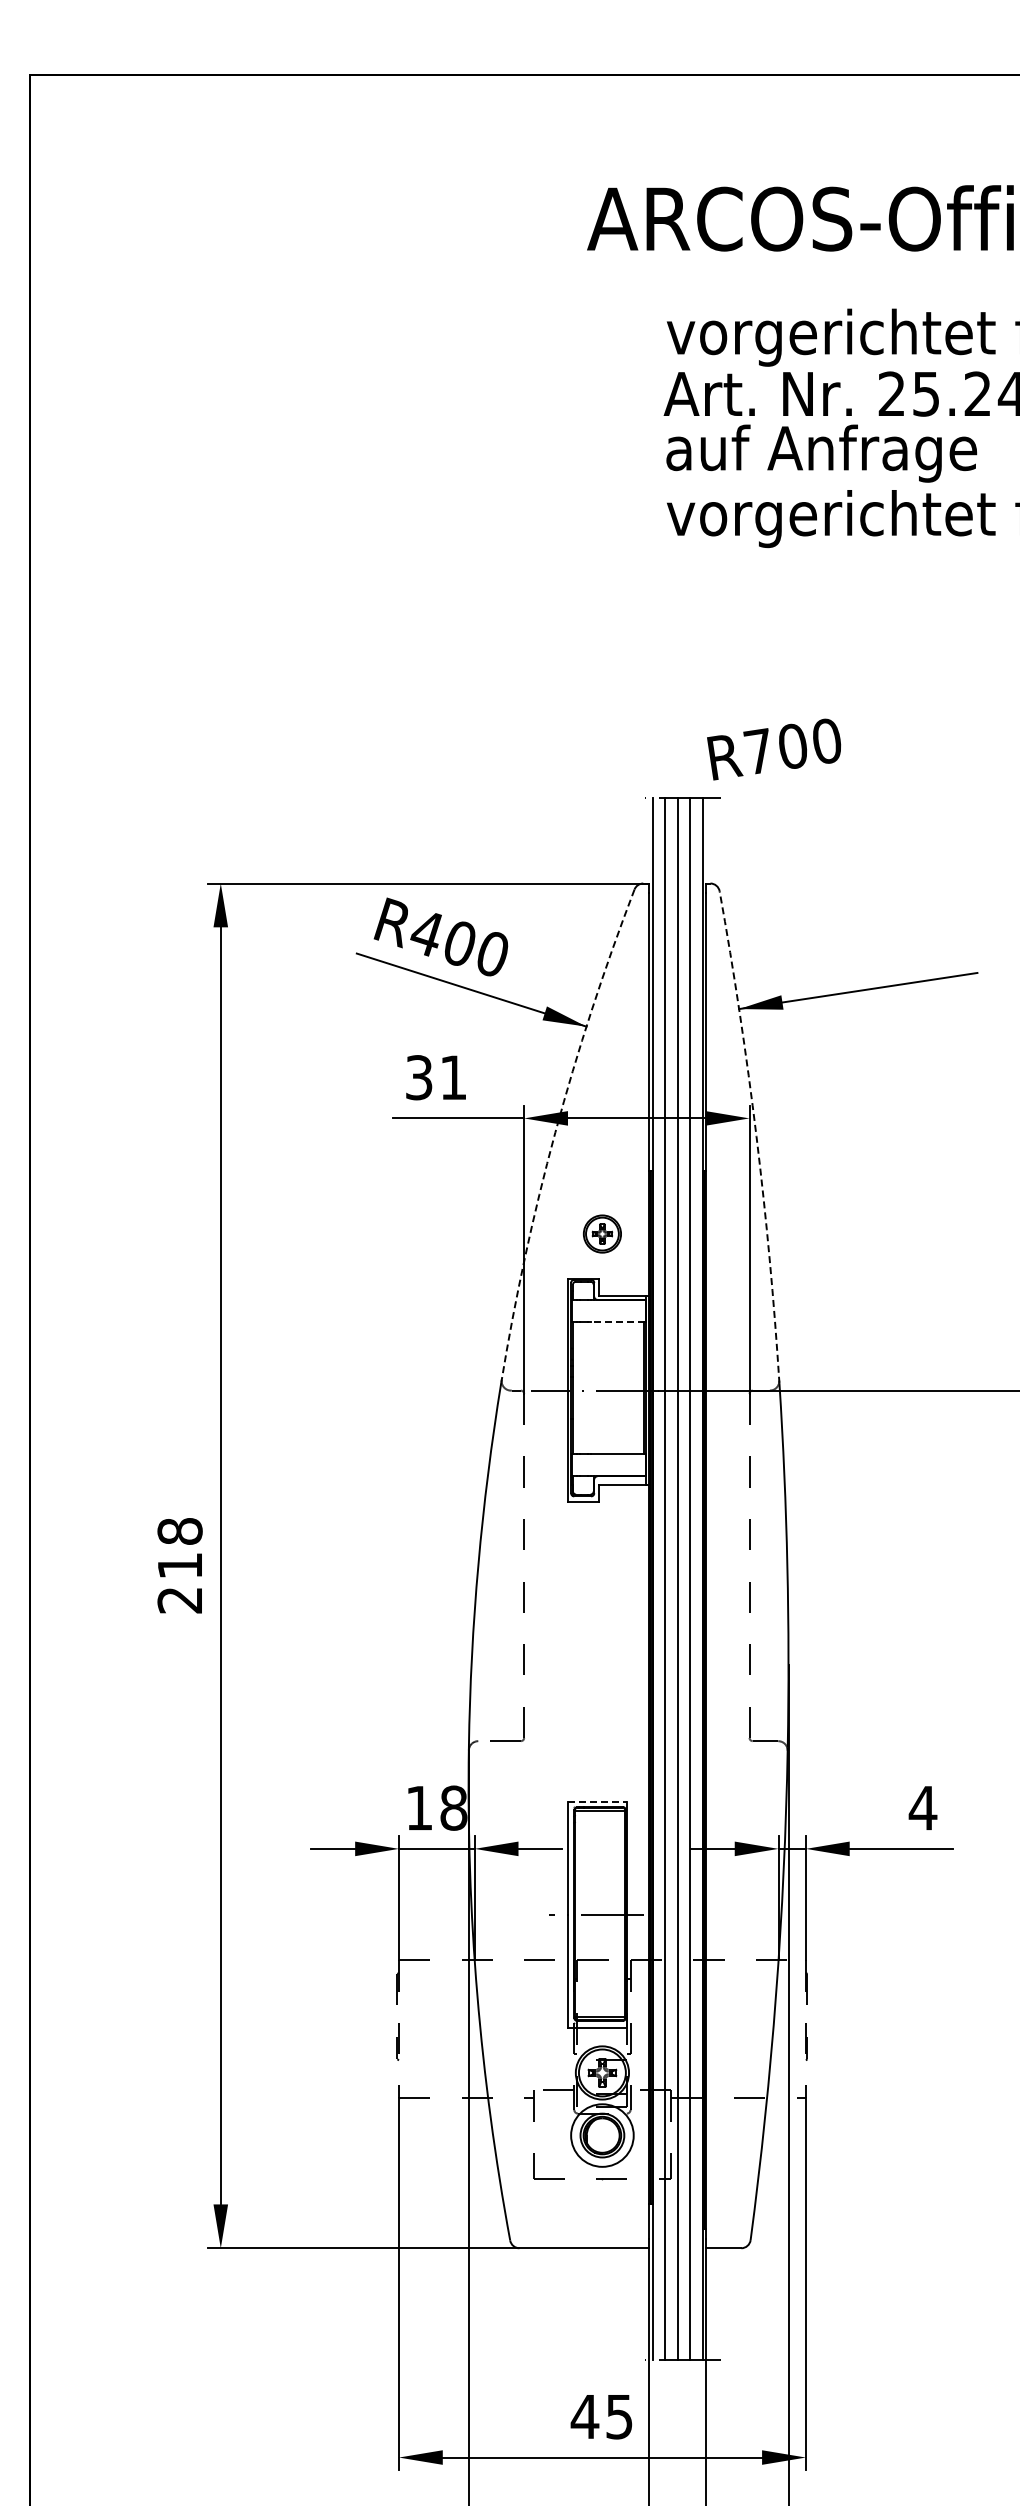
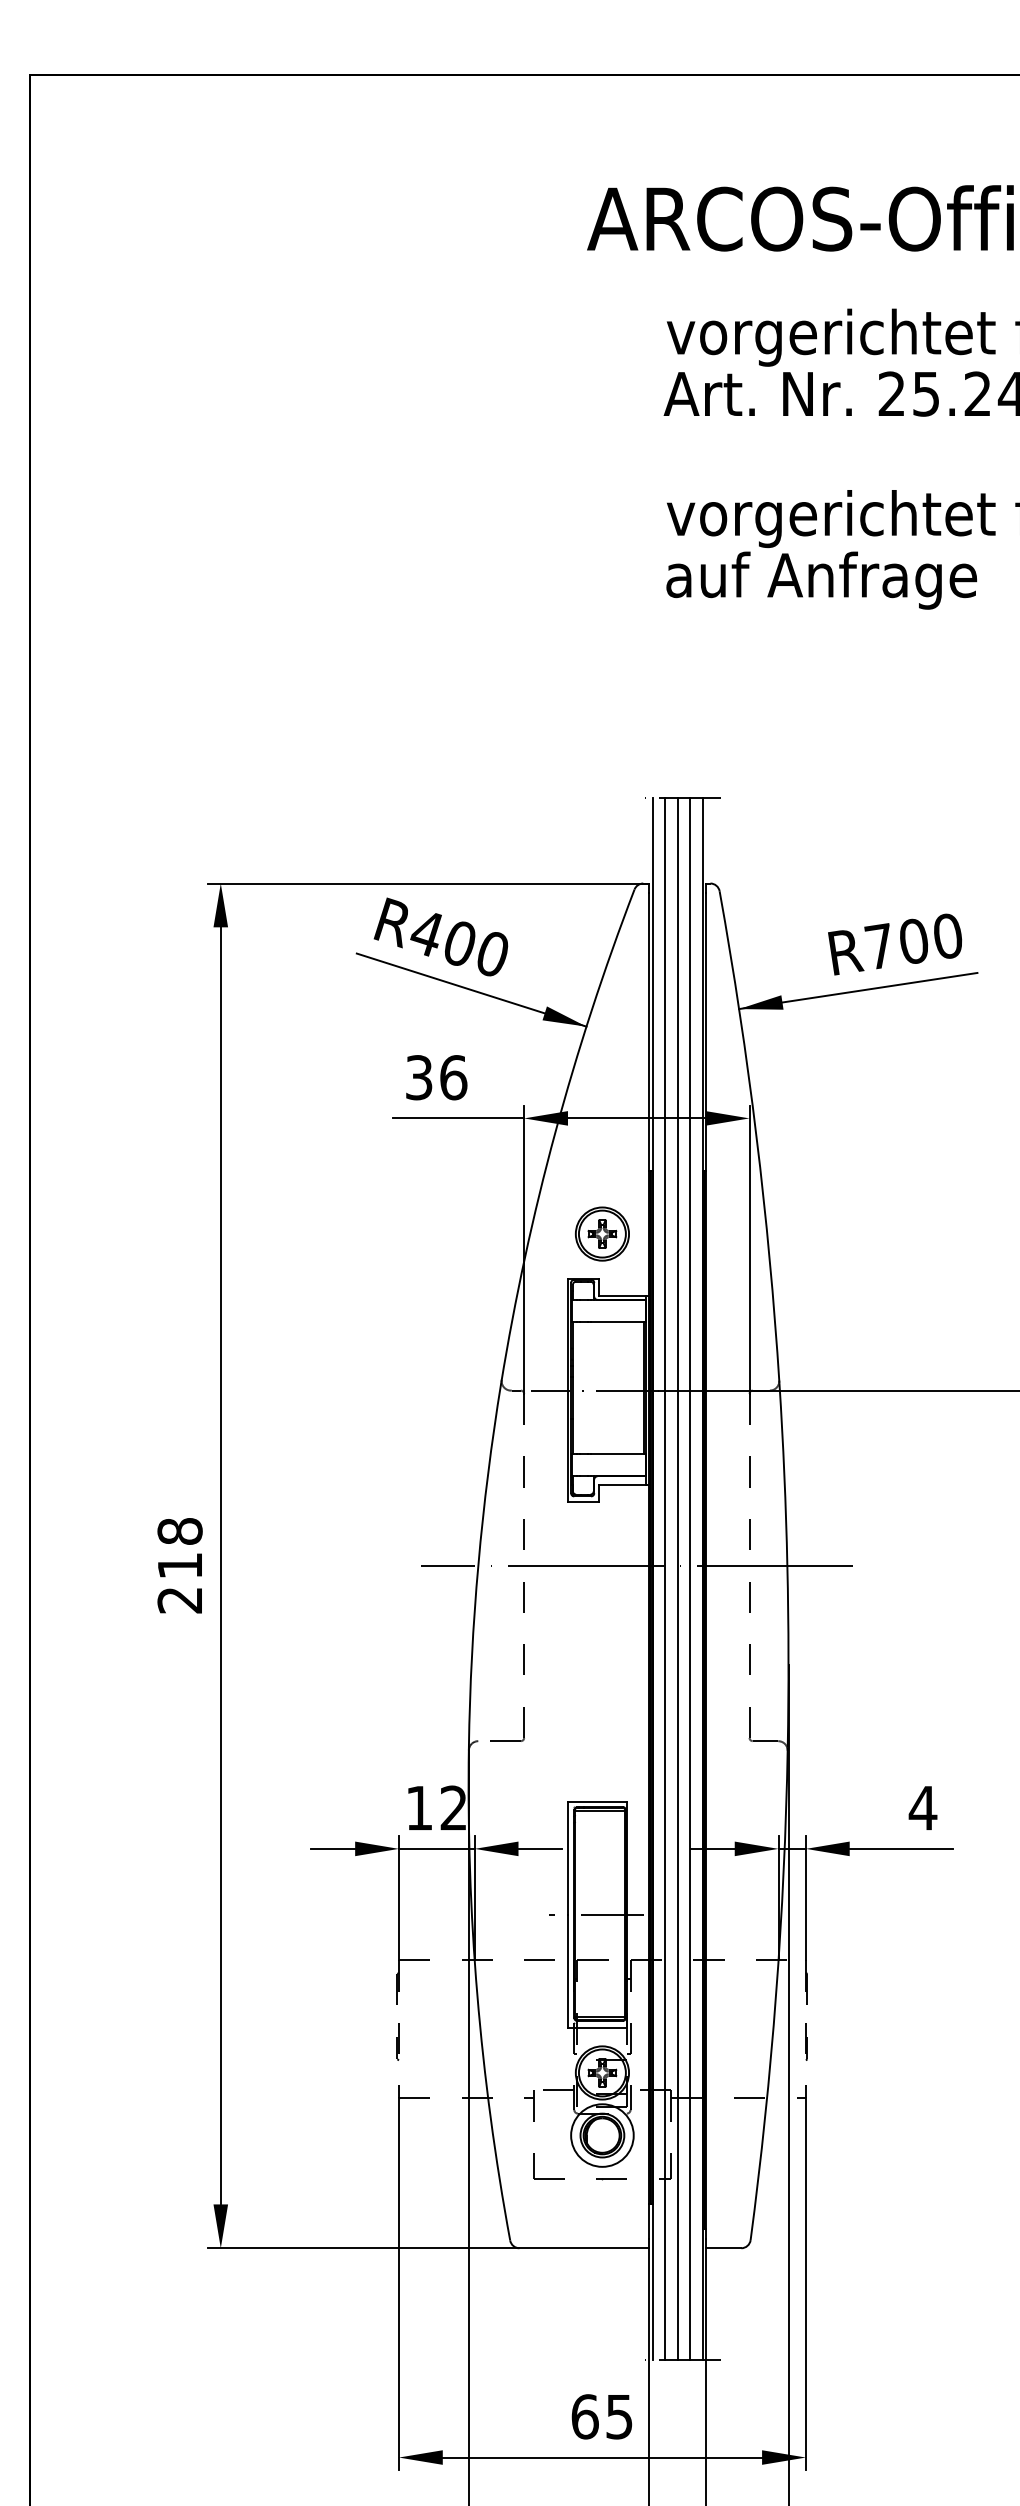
text at (821, 453) position: (821, 453) -> (821, 580)
text at (774, 749) position: (774, 749) -> (895, 944)
text at (453, 1077): 31 -> 36
arc at (555, 1132): dashed -> solid
arc at (756, 1136): dashed -> solid
part at (602, 1233) size: 39x40 px -> 55x56 px
line at (617, 1322): dashed -> solid
line at (636, 1565): none -> present
line at (597, 1802): dashed -> solid
text at (453, 1807): 18 -> 12
text at (584, 2416): 45 -> 65
